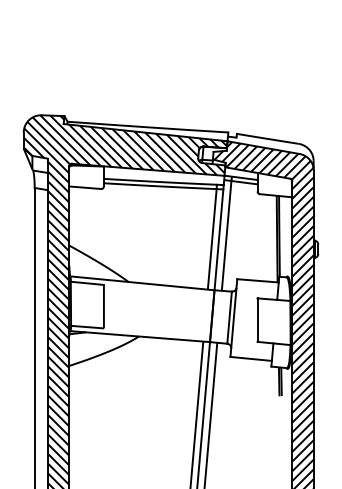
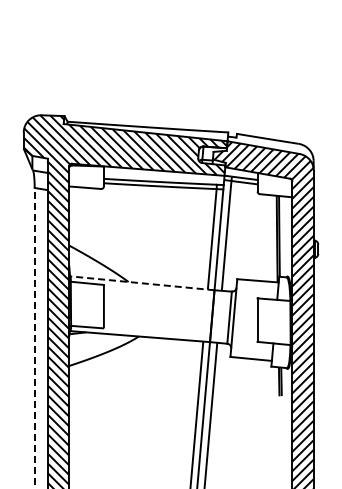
line at (141, 283): solid -> dashed
line at (34, 337): solid -> dashed
